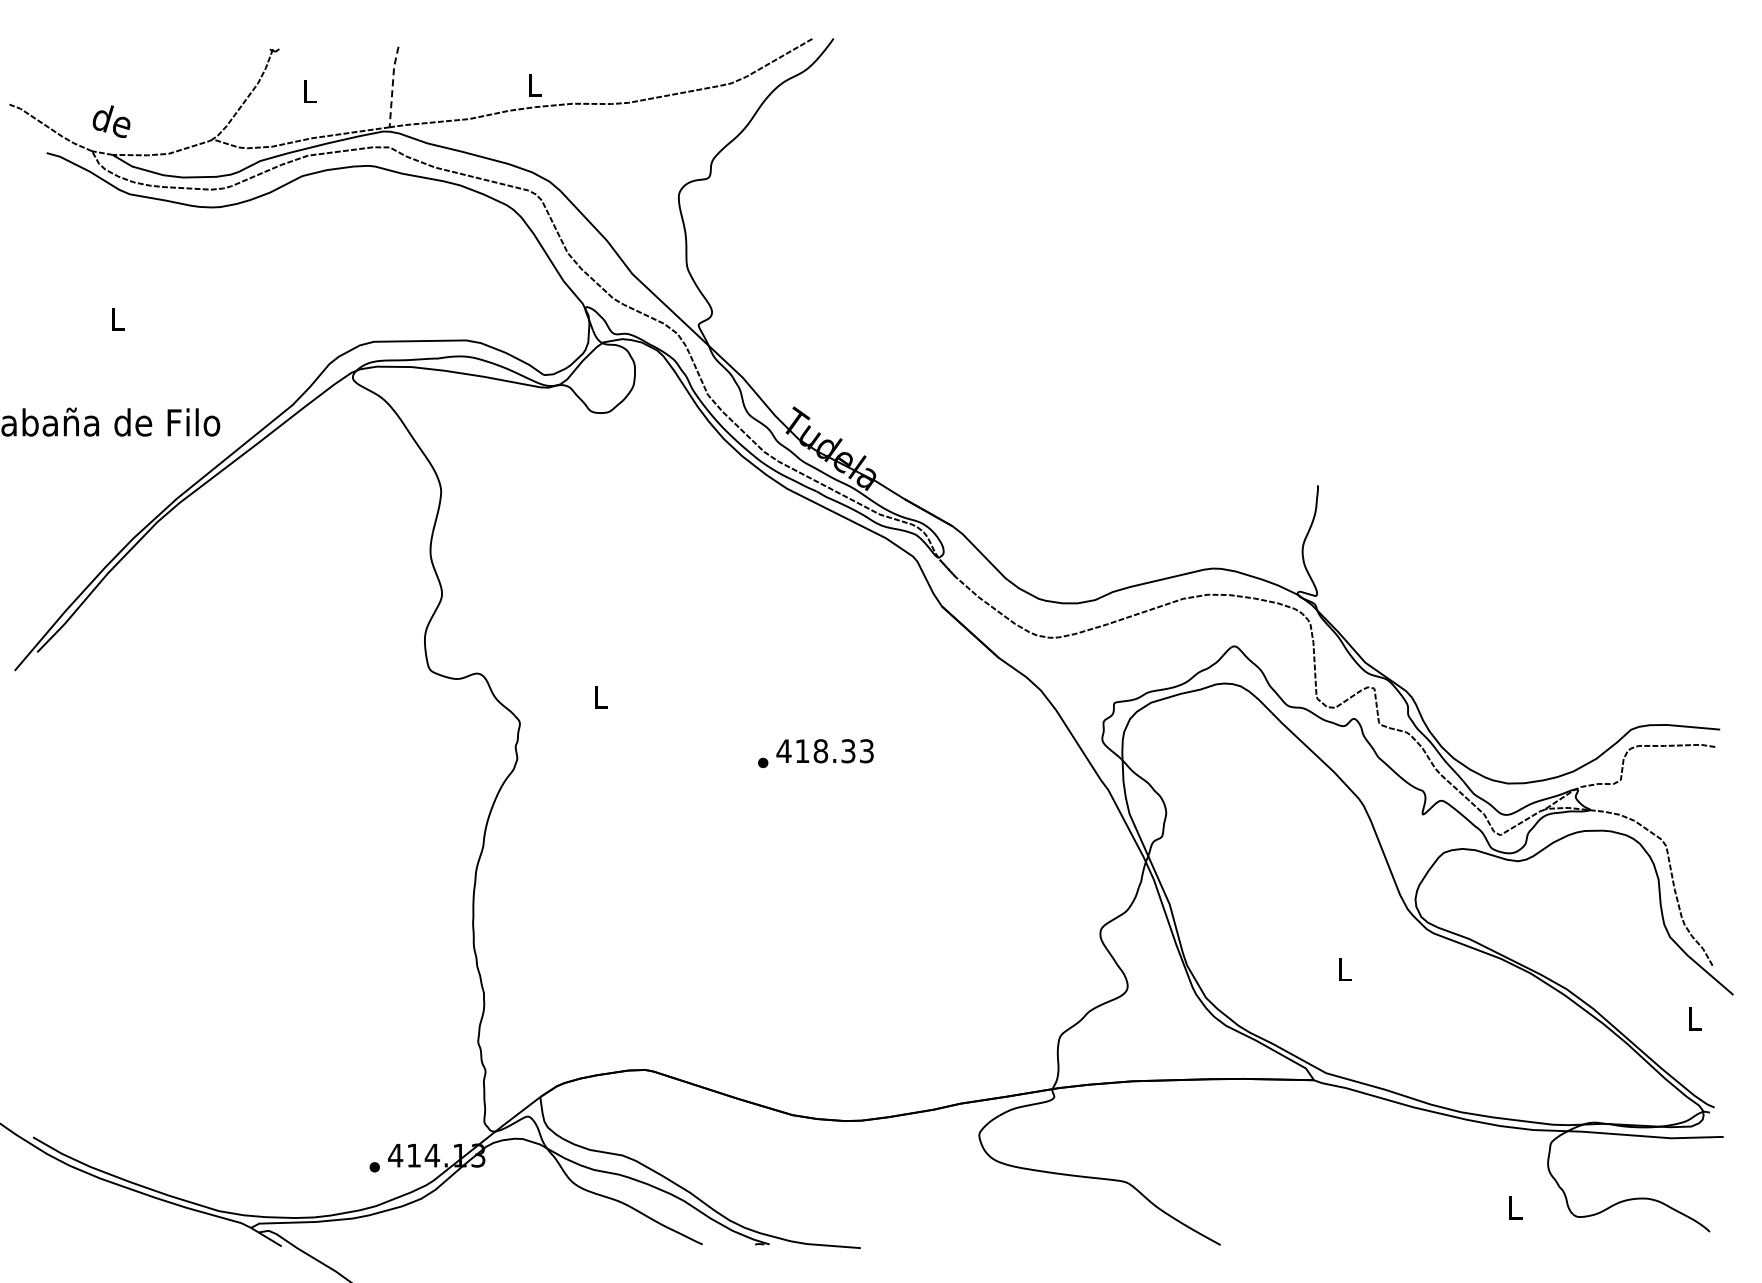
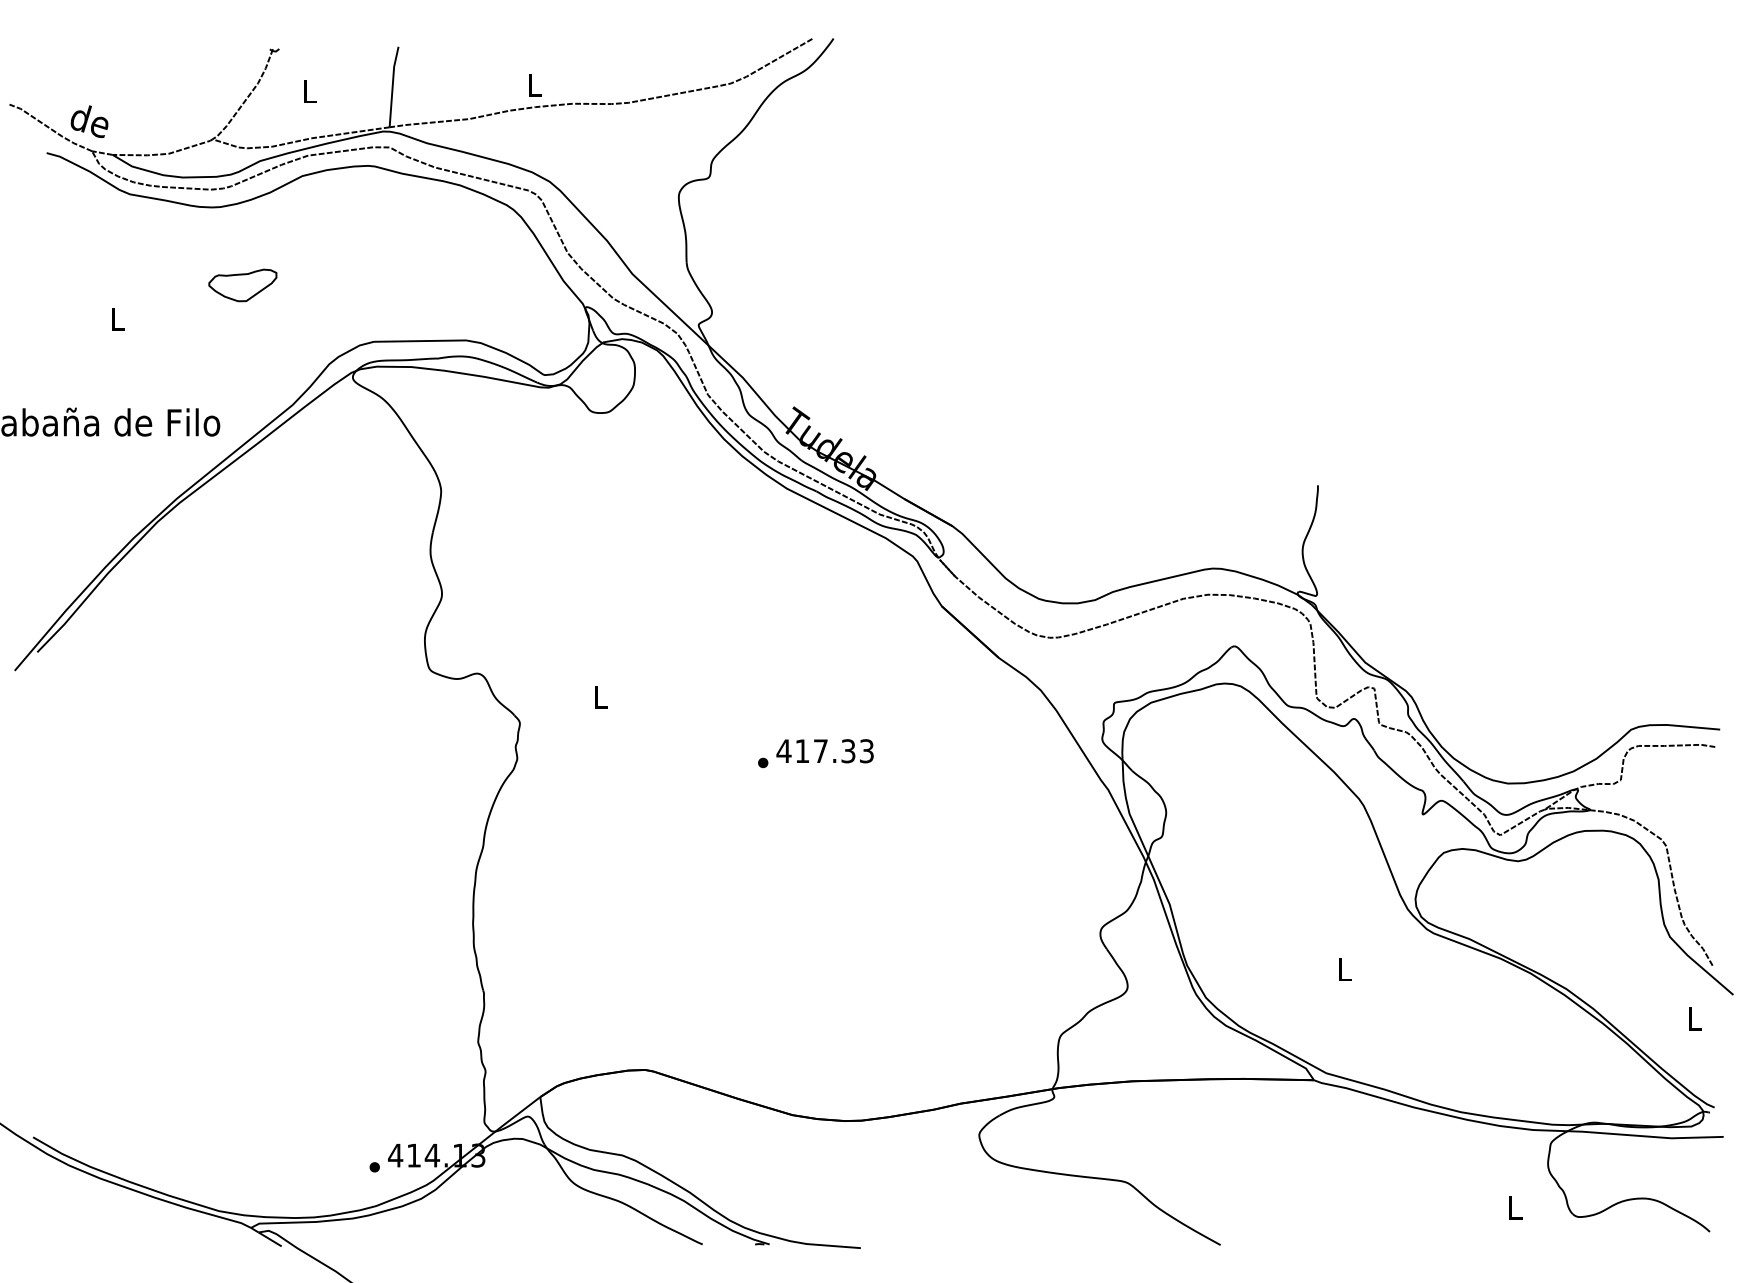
line at (392, 86): dashed -> solid
text at (111, 121) position: (111, 121) -> (89, 121)
part at (242, 285): none -> present
text at (820, 751): 418.33 -> 417.33
